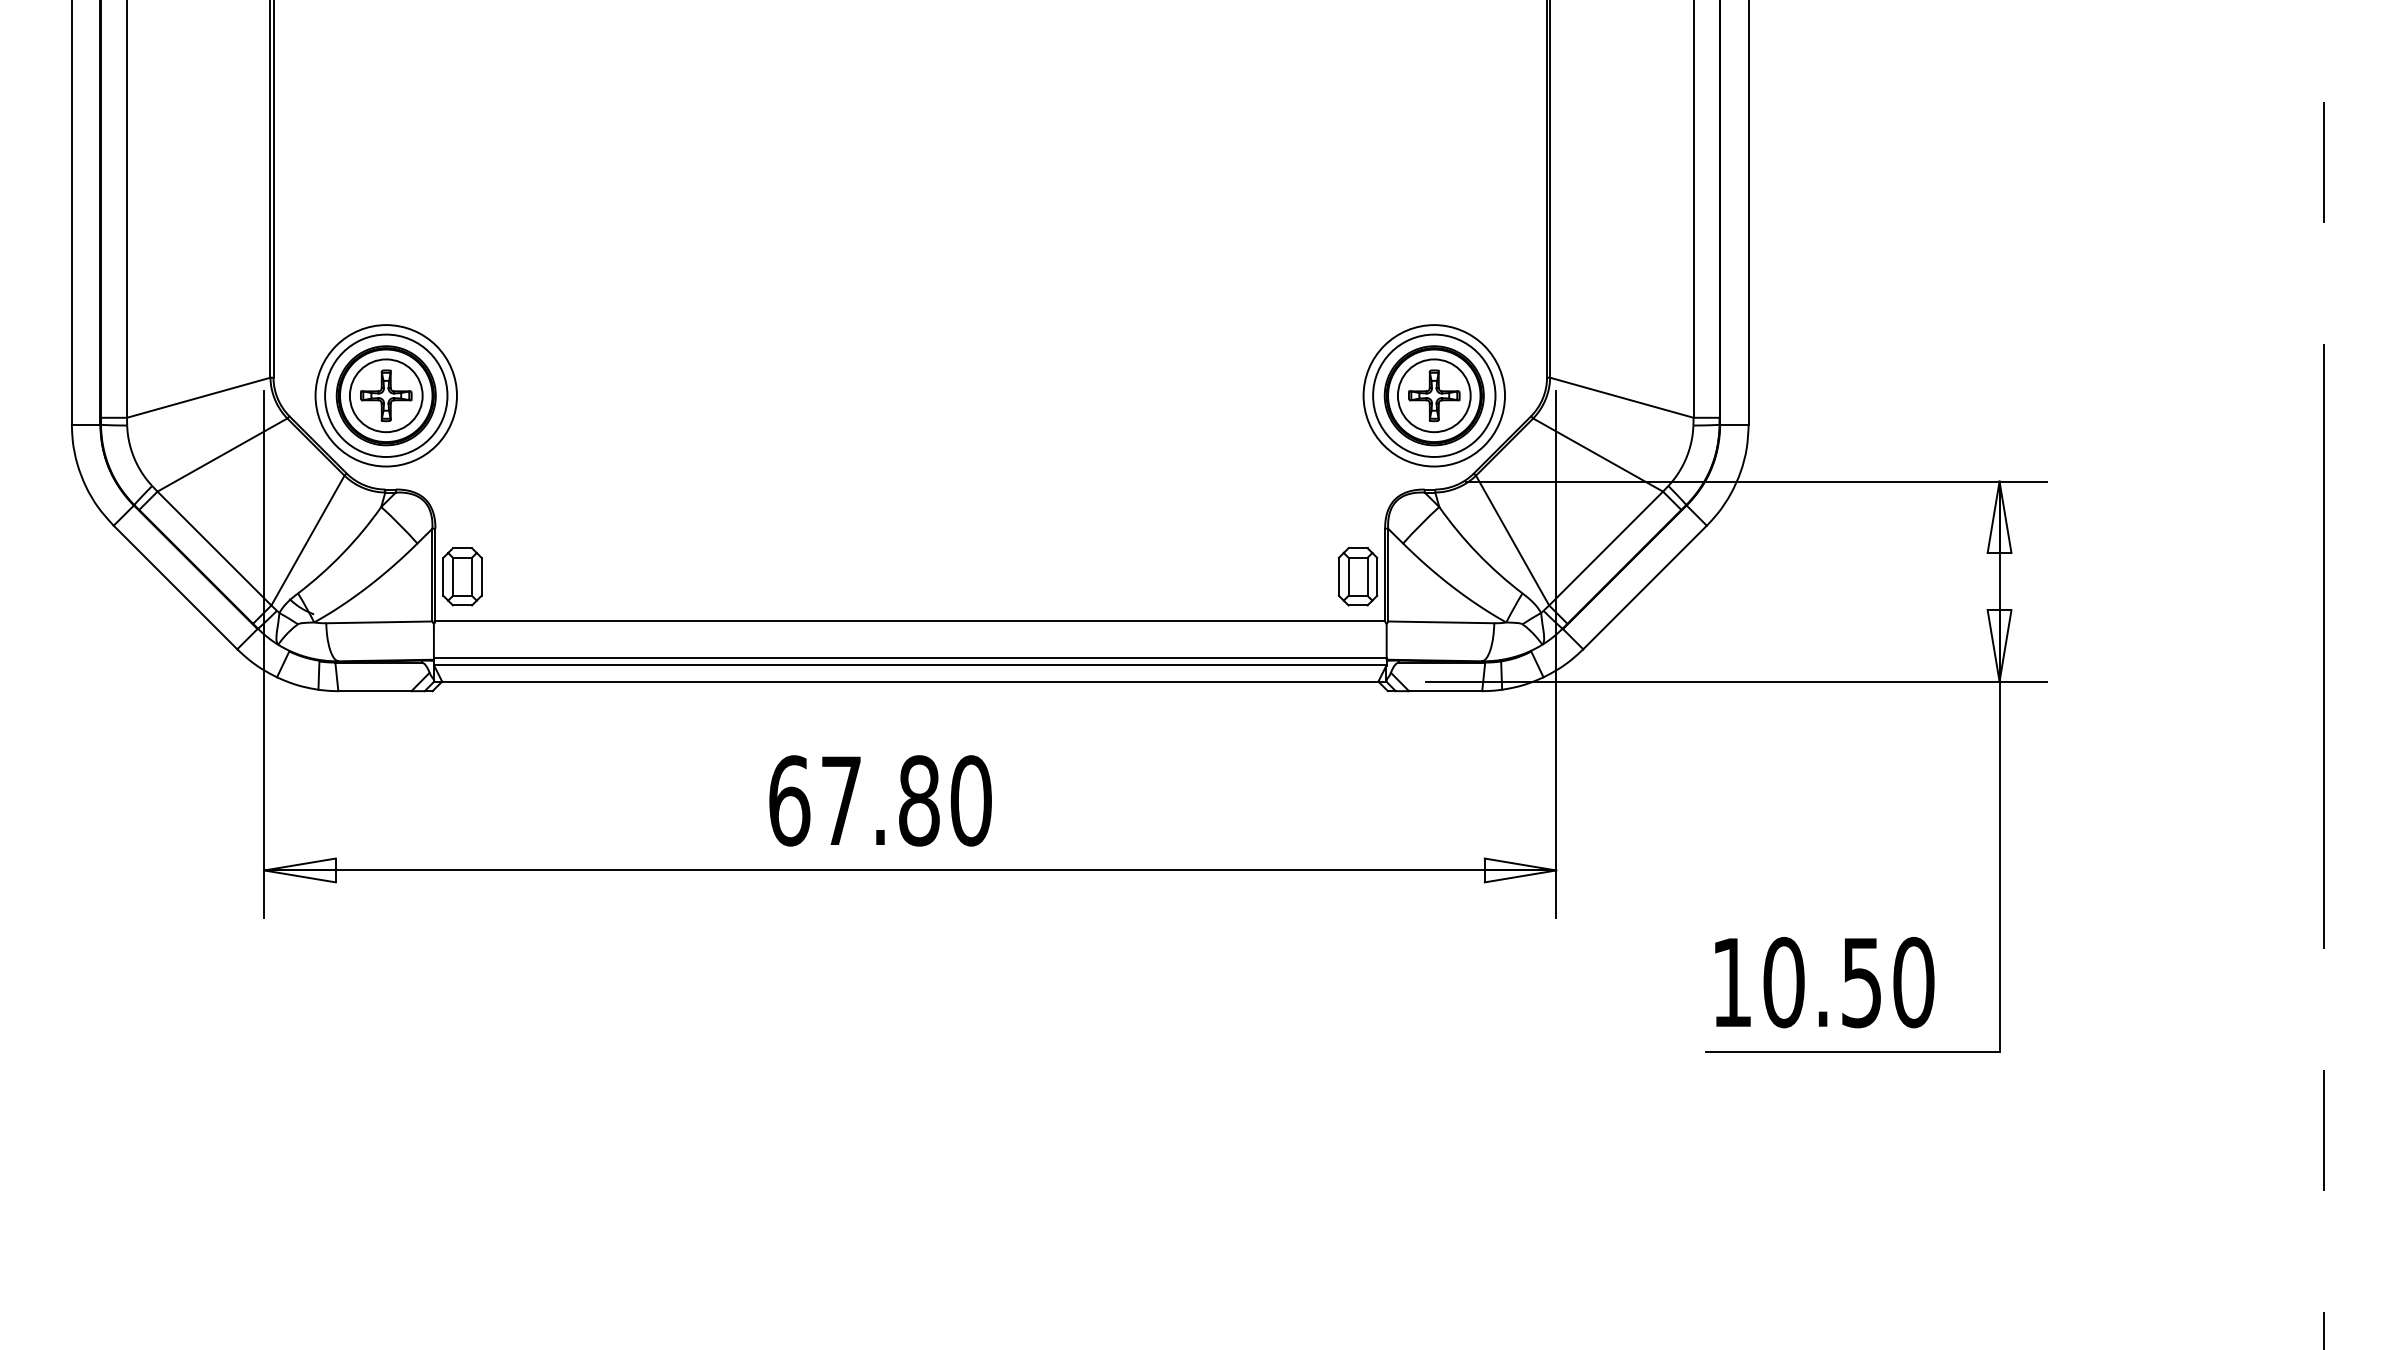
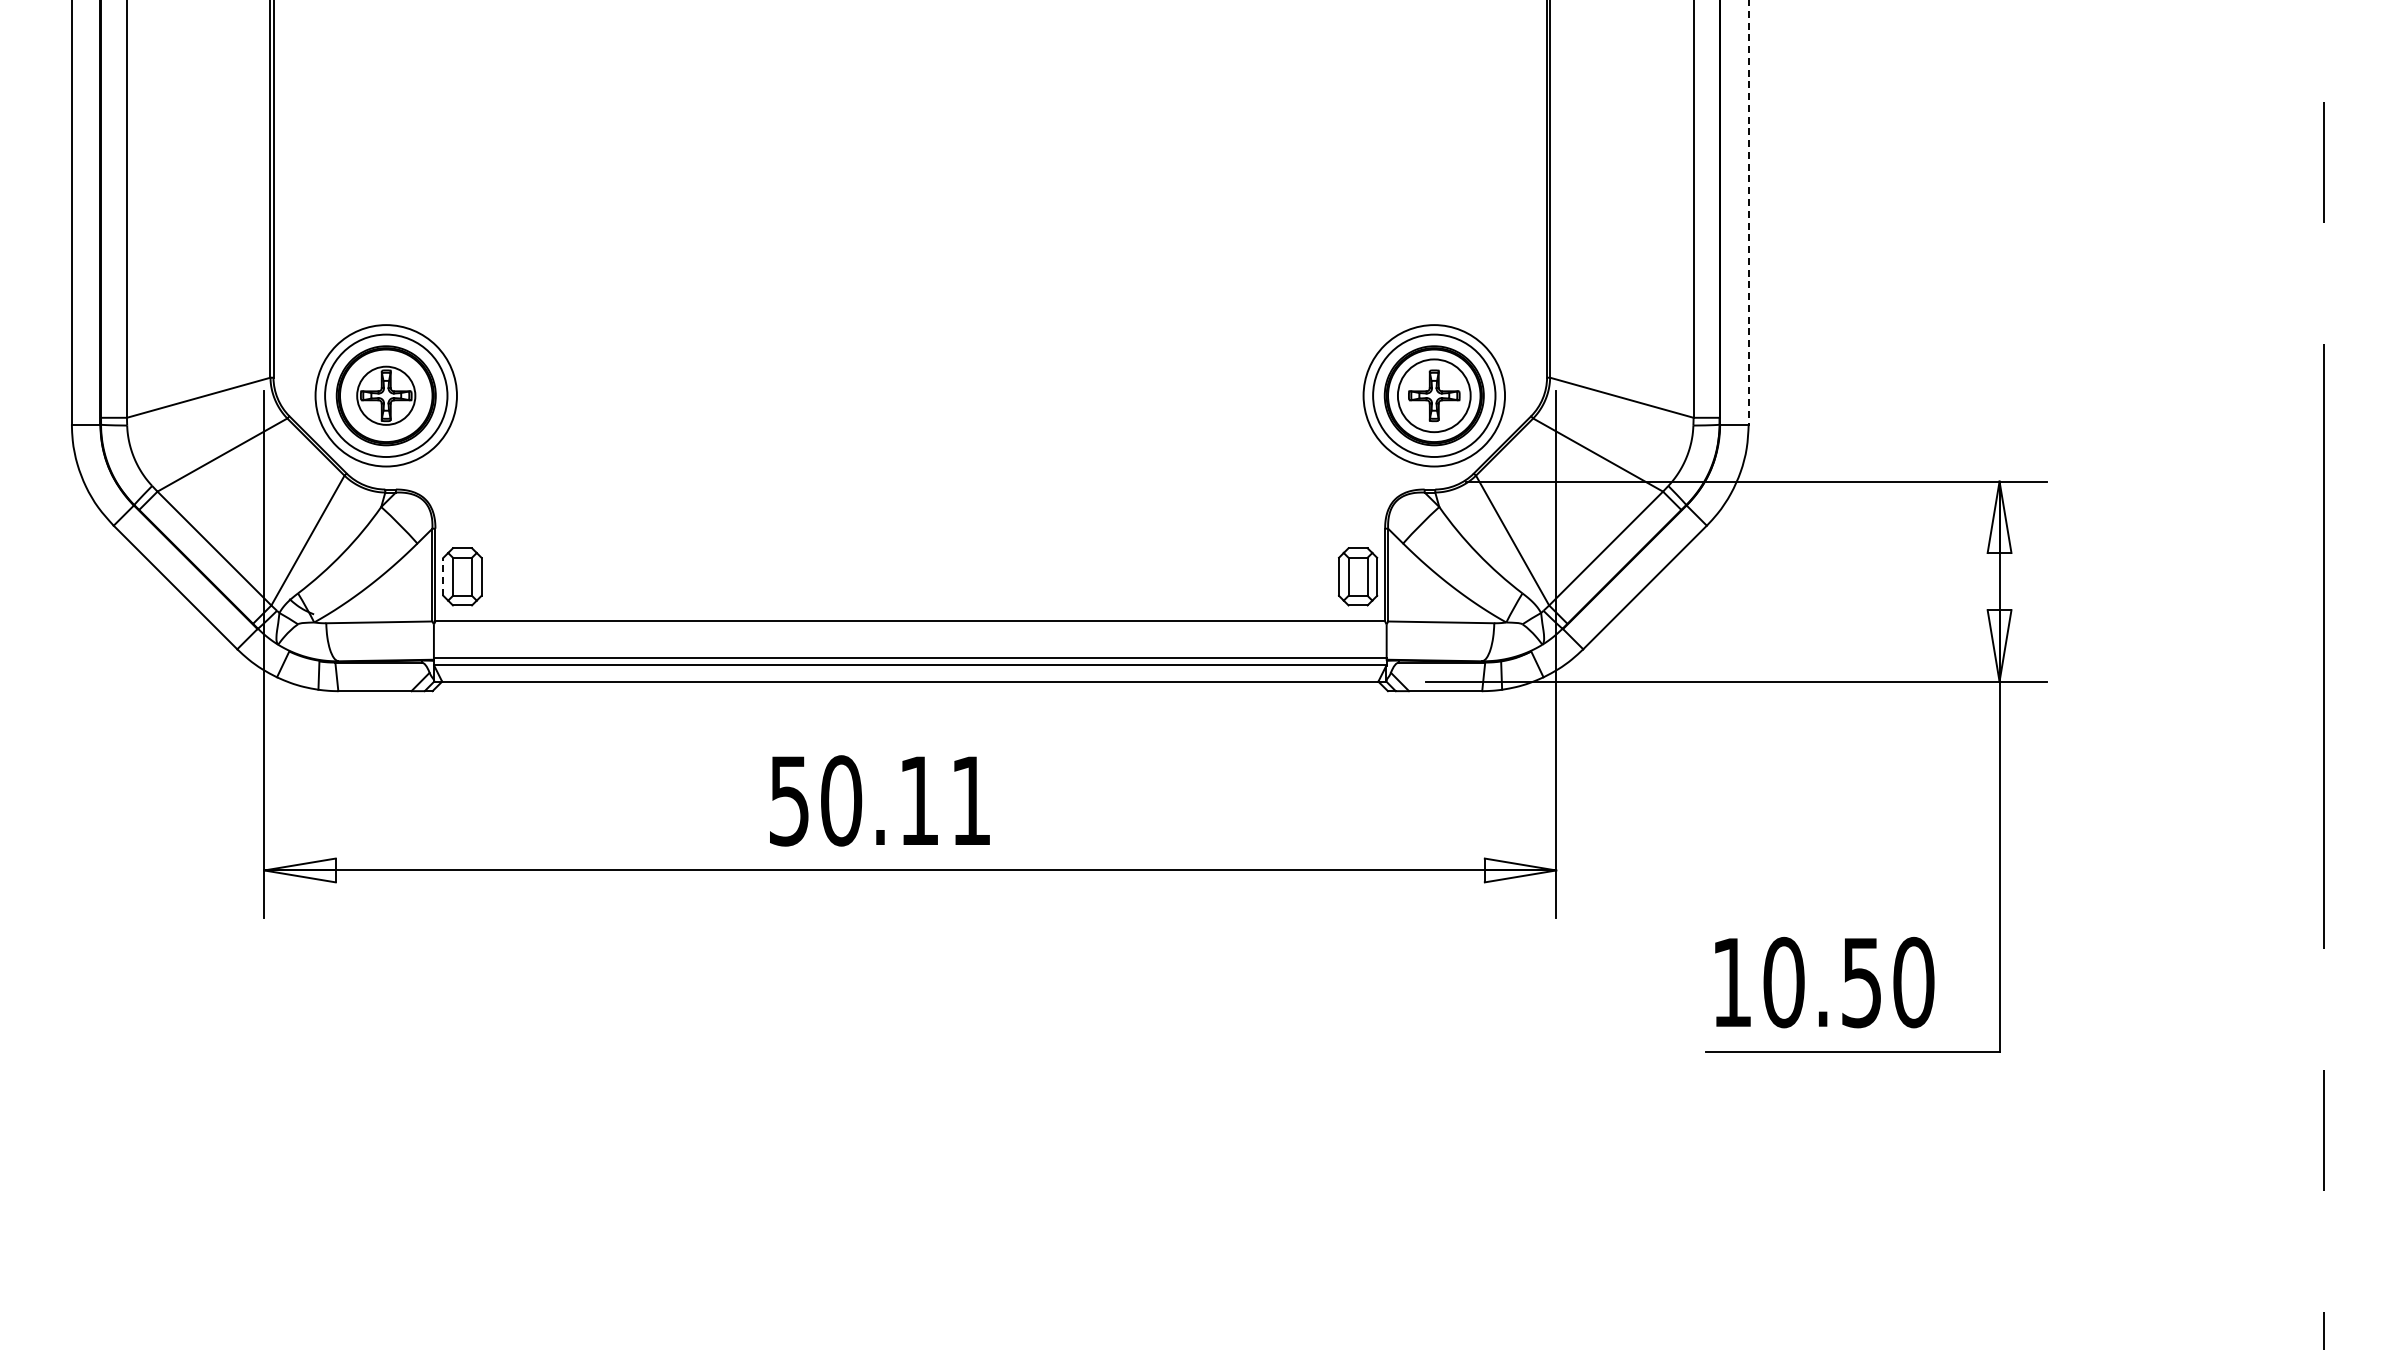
line at (1748, 212): solid -> dashed
circle at (385, 395) diameter: 73 px -> 58 px
line at (443, 576): solid -> dashed
text at (880, 800): 67.80 -> 50.11
